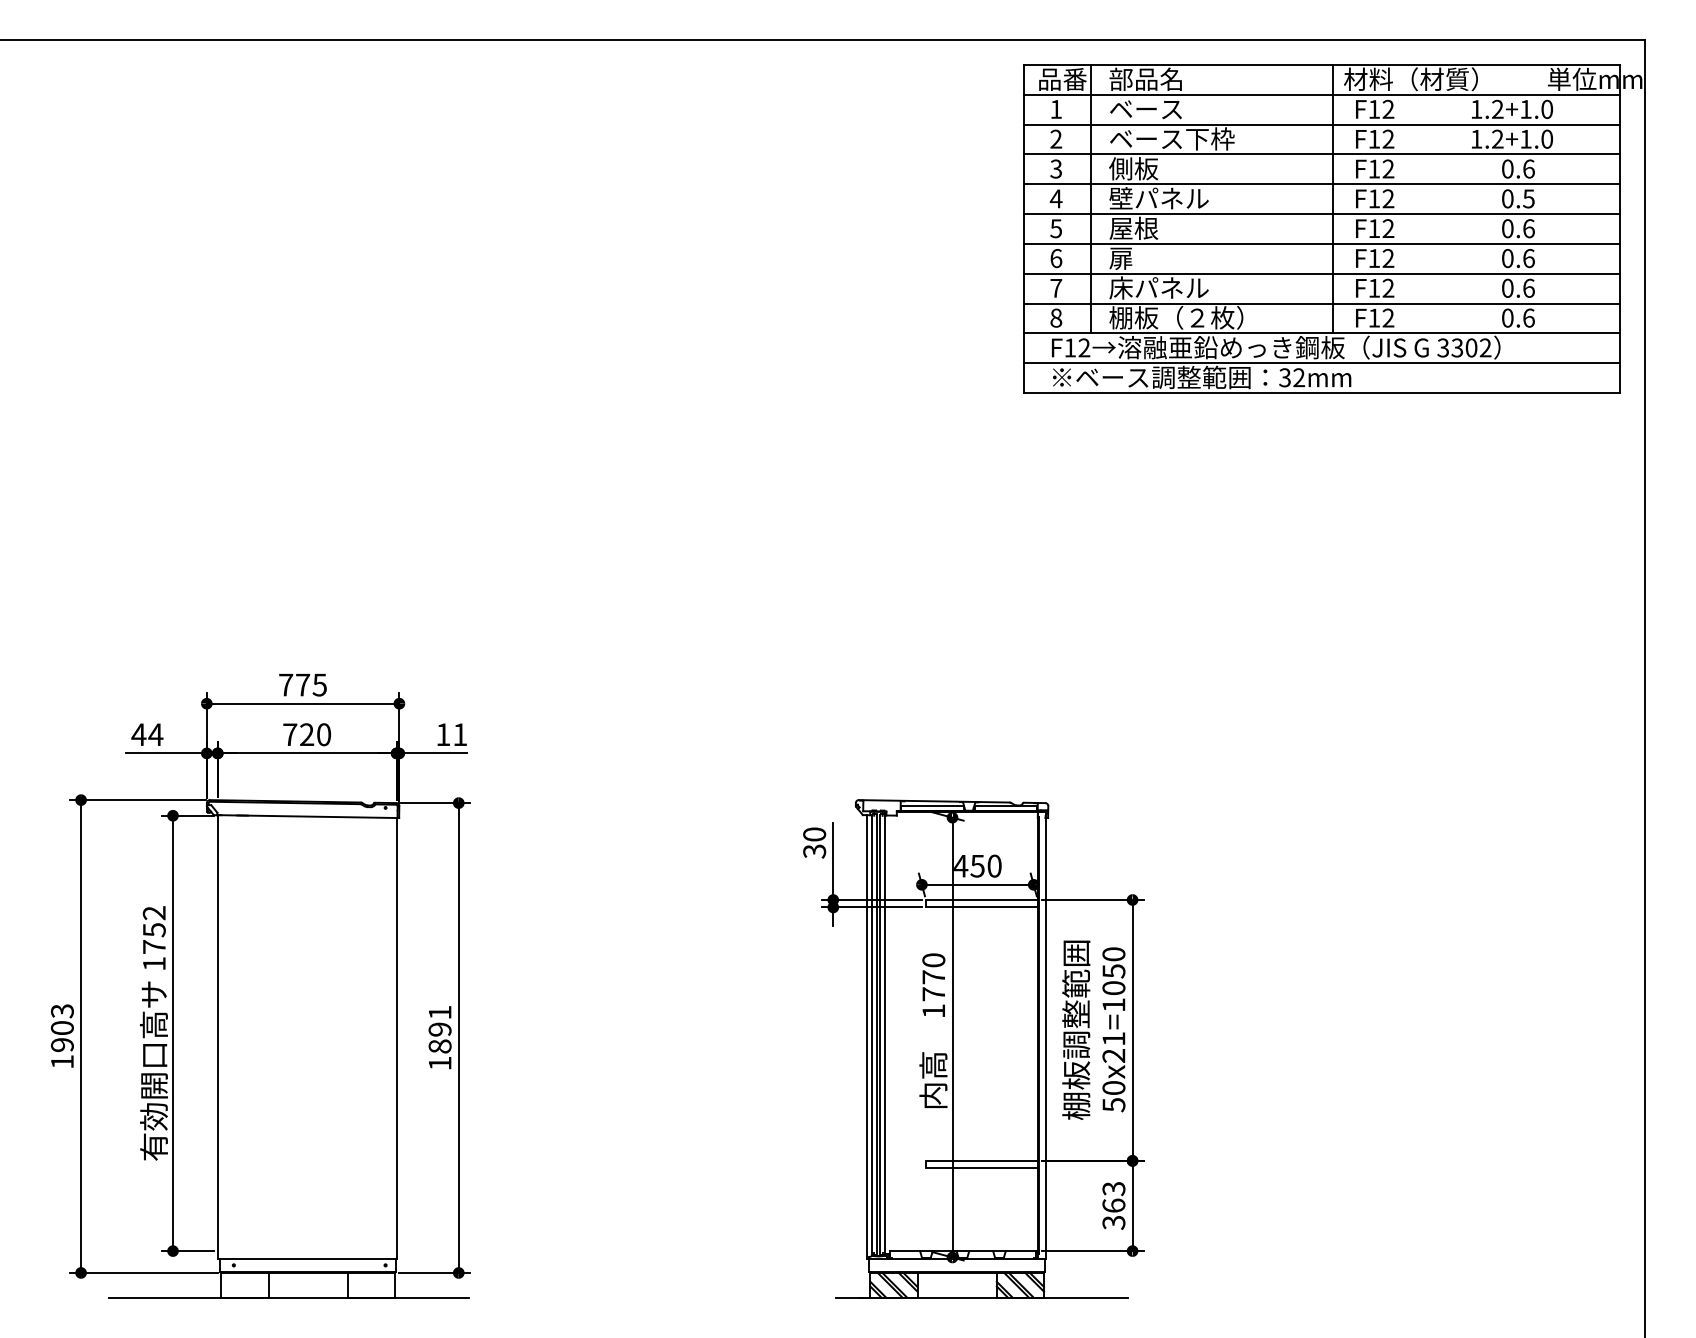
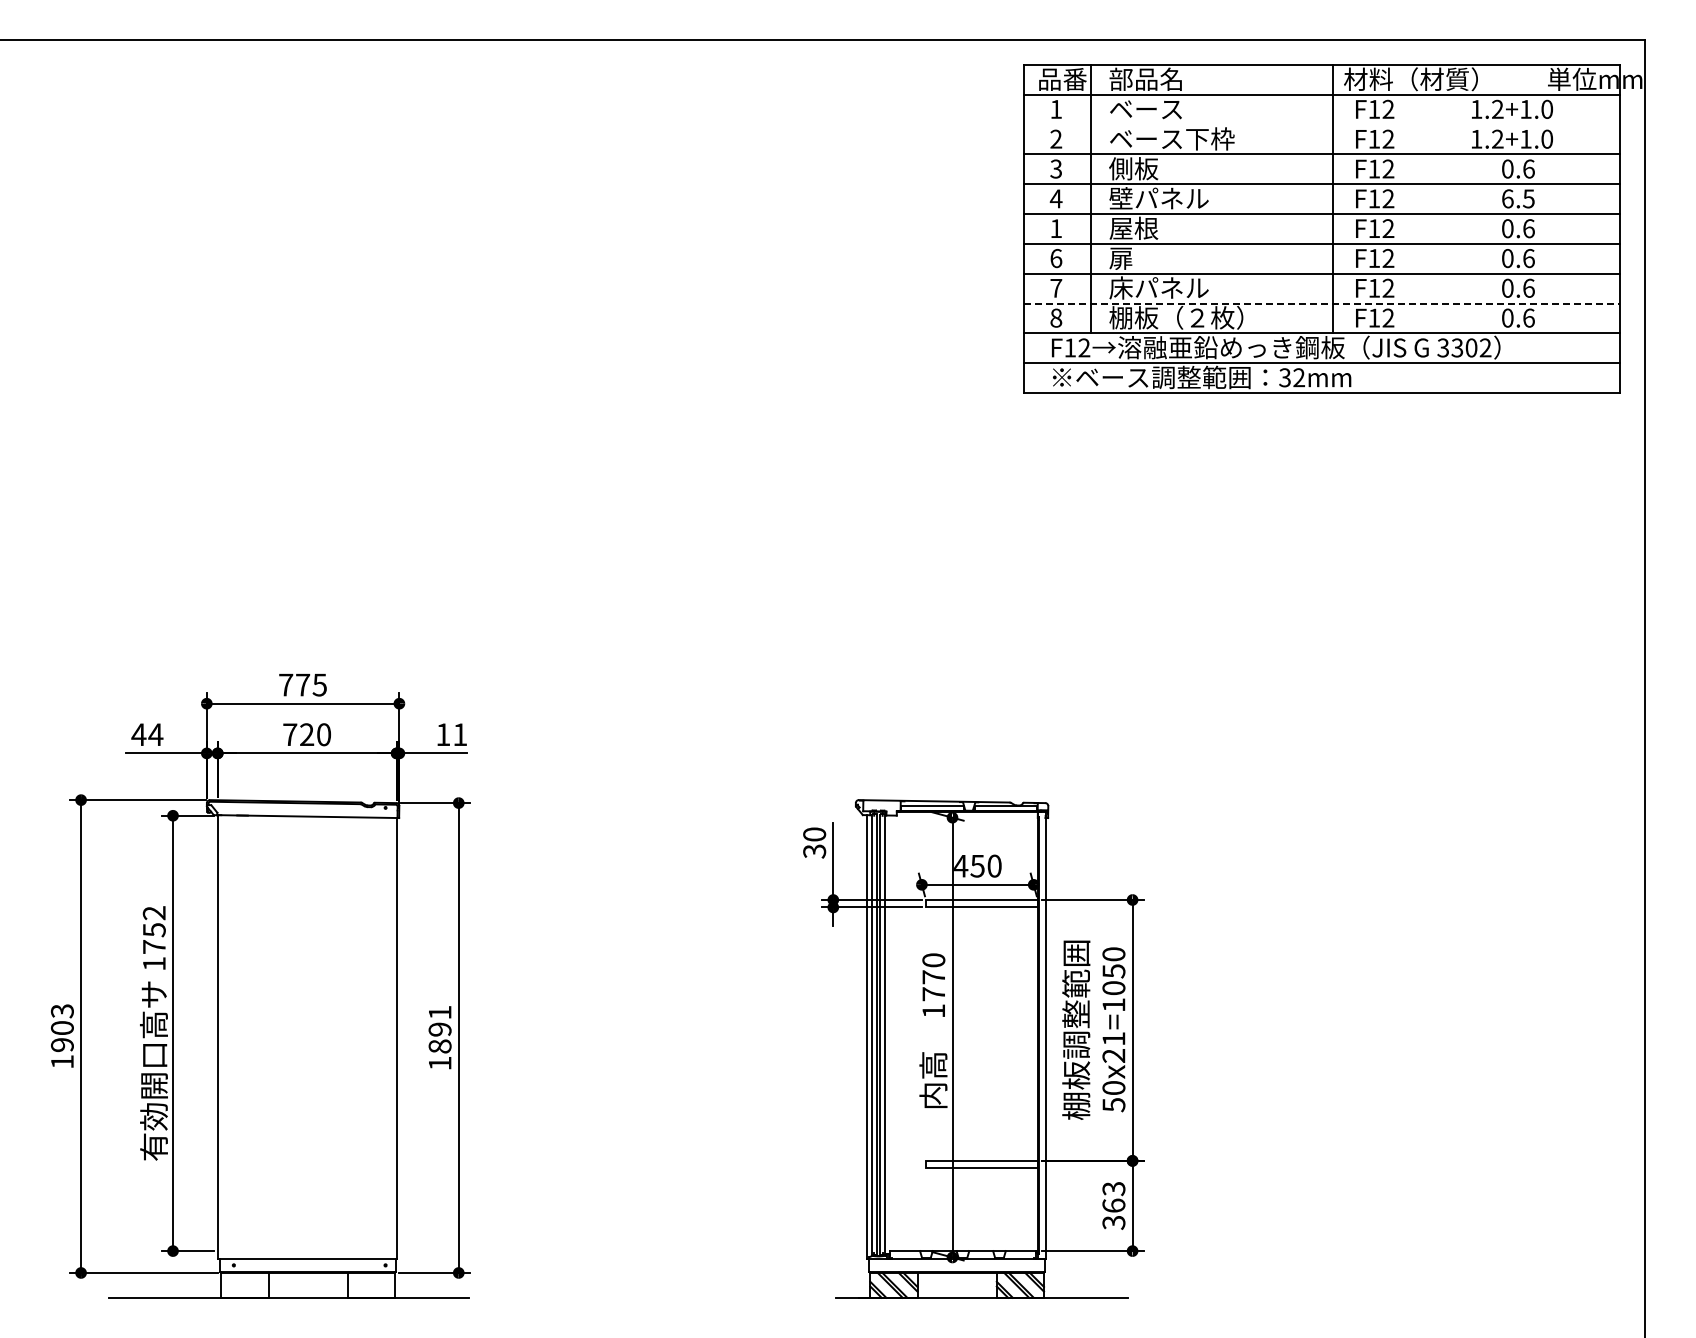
line at (1321, 124): present -> none
text at (1507, 198): 0.5 -> 6.5
text at (1055, 228): 5 -> 1
line at (1322, 303): solid -> dashed
